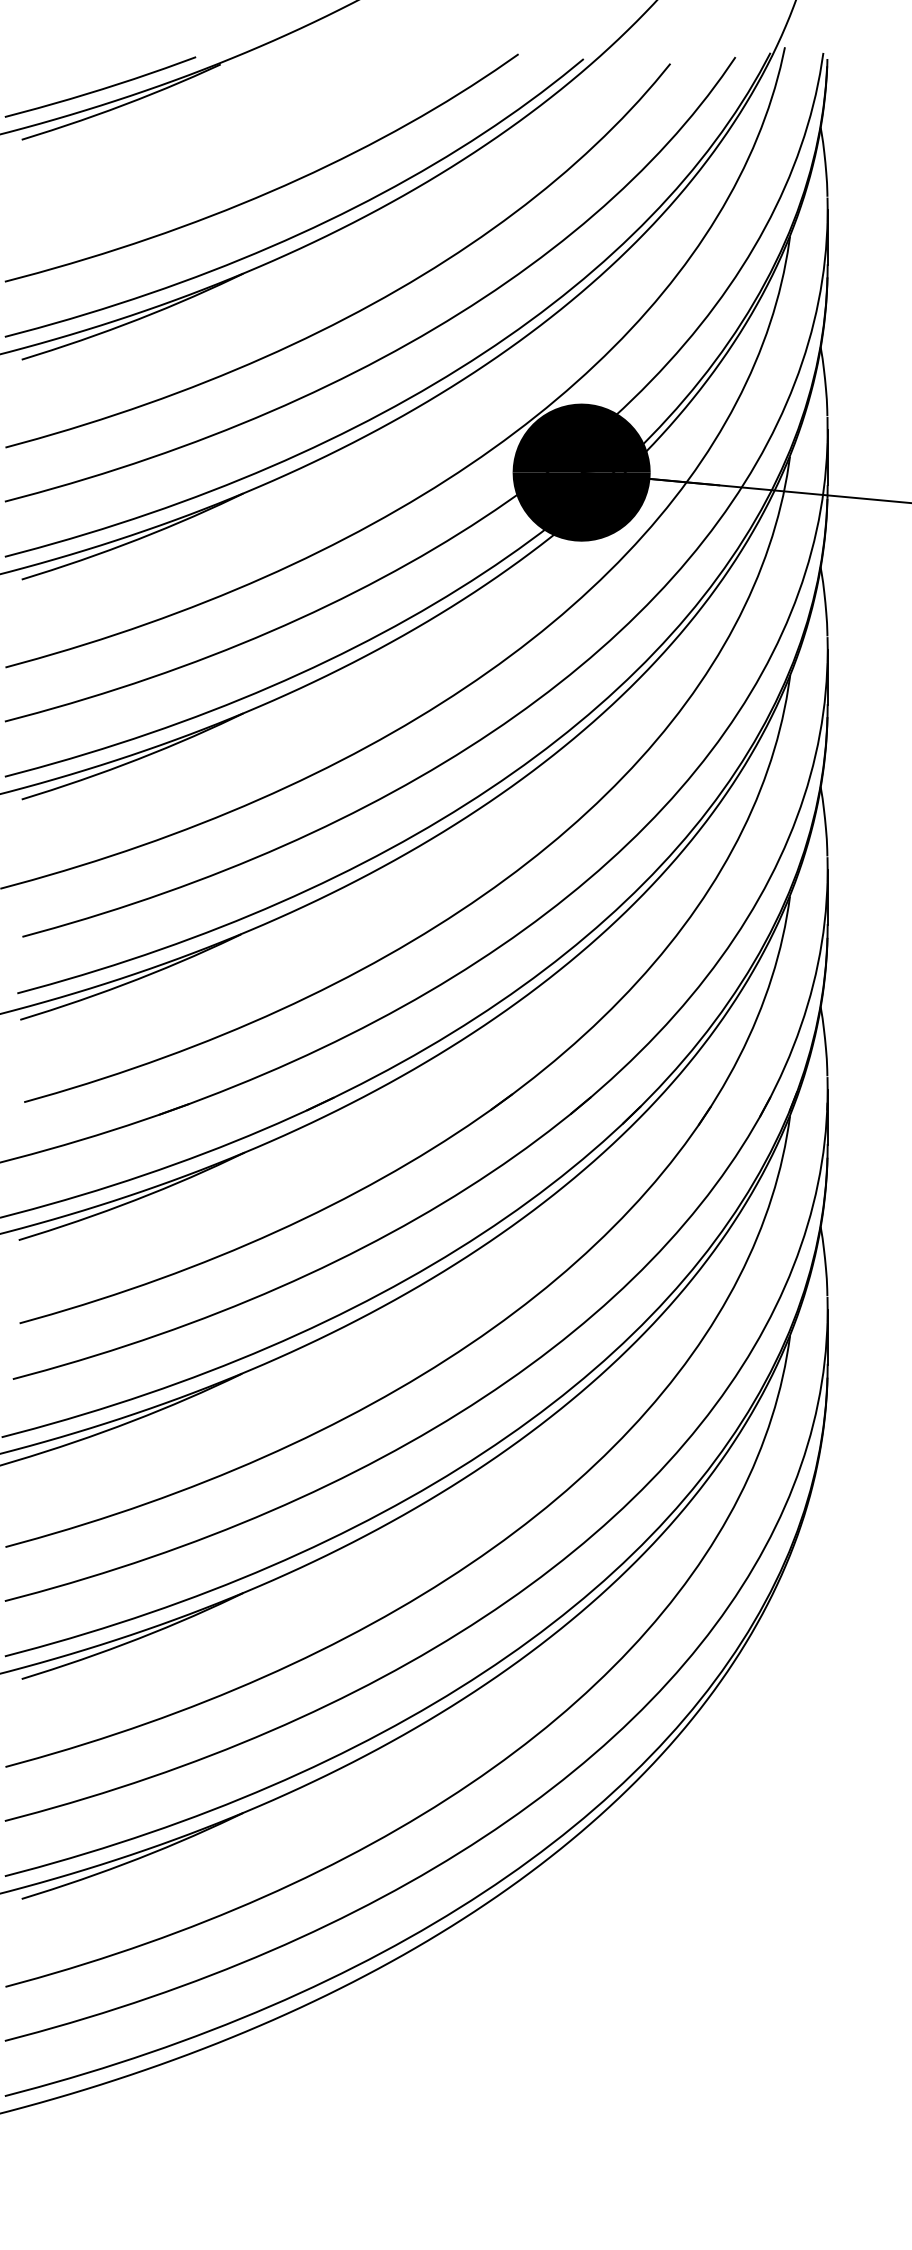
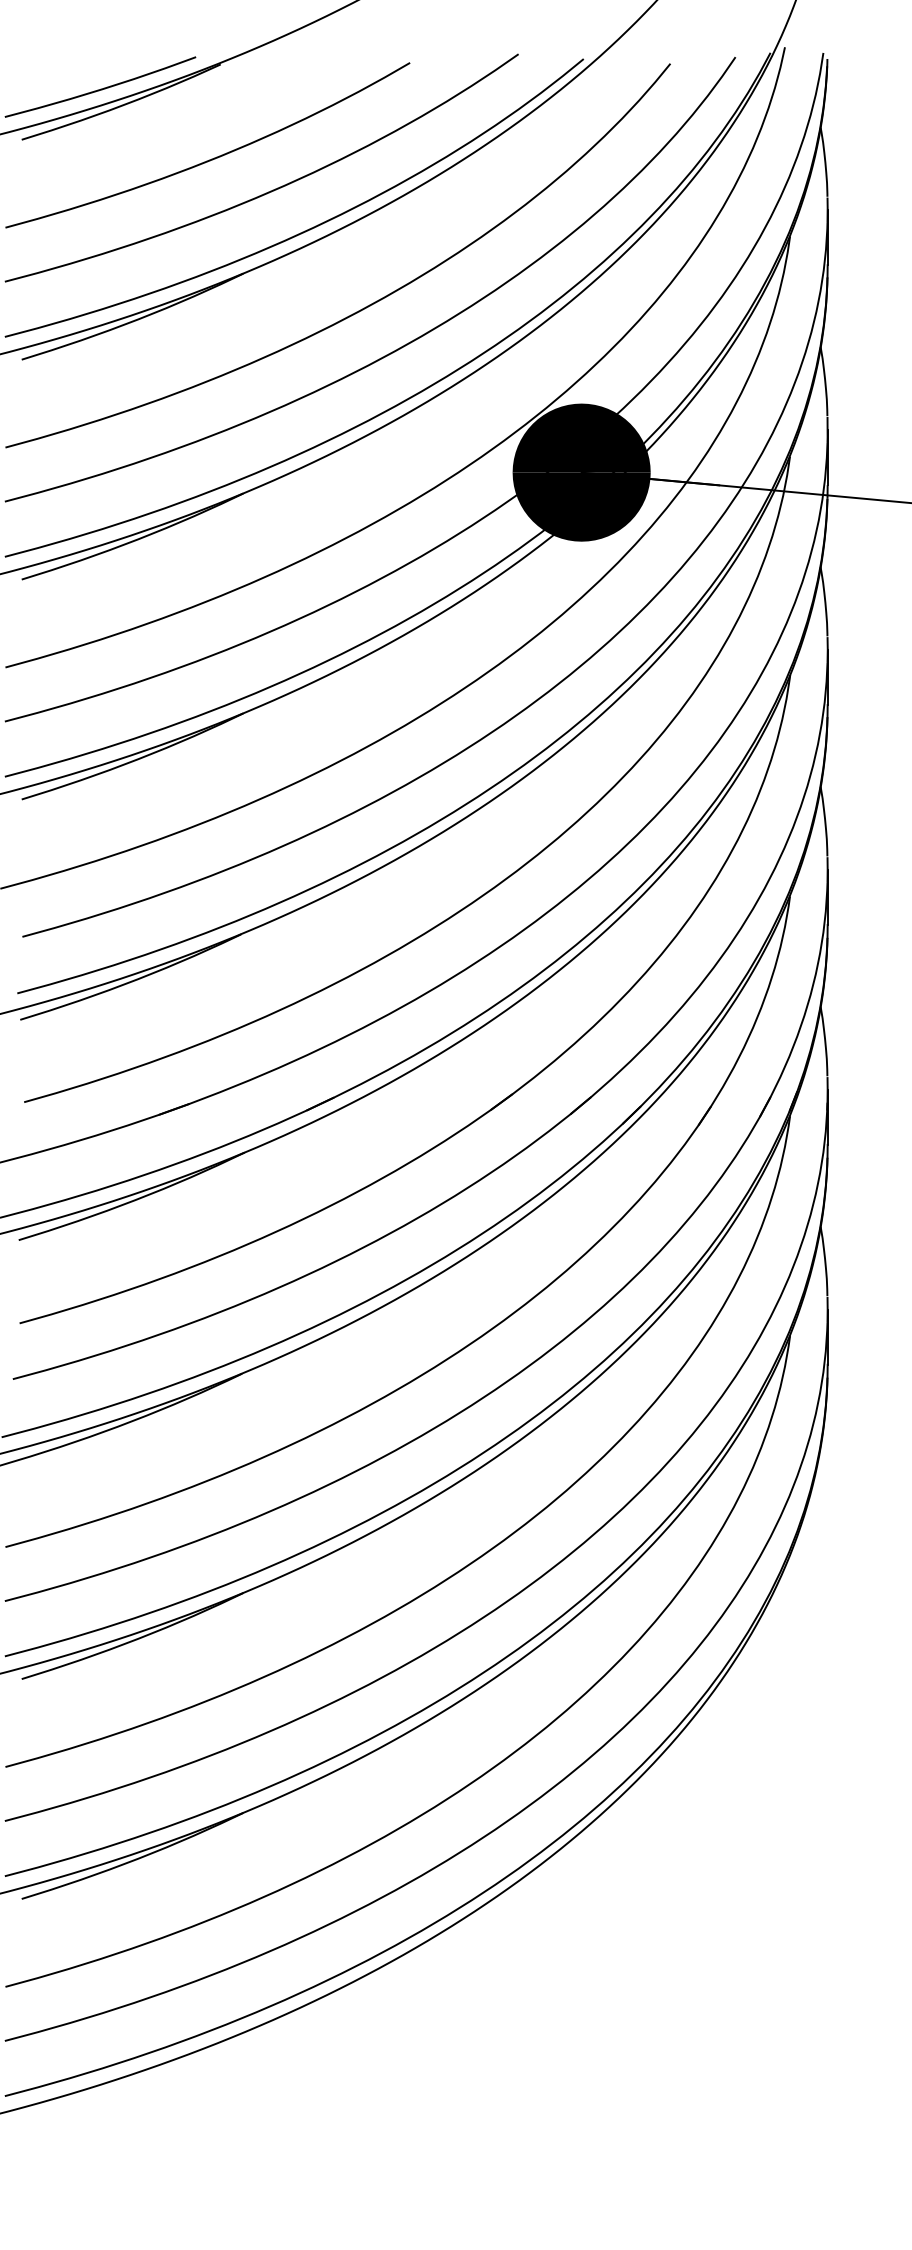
curve at (211, 158): none -> present
